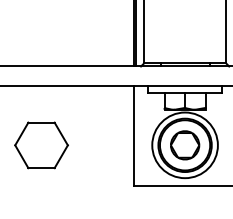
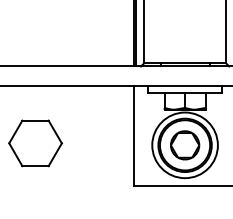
part at (41, 145) position: (41, 145) -> (35, 143)
